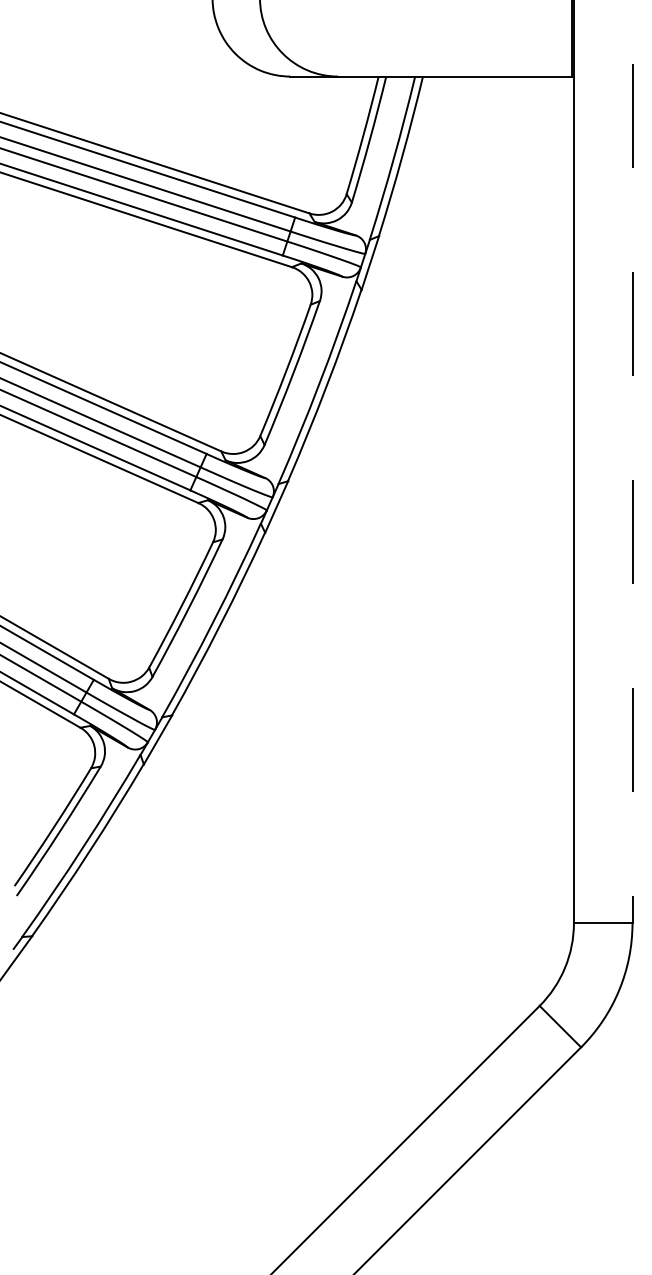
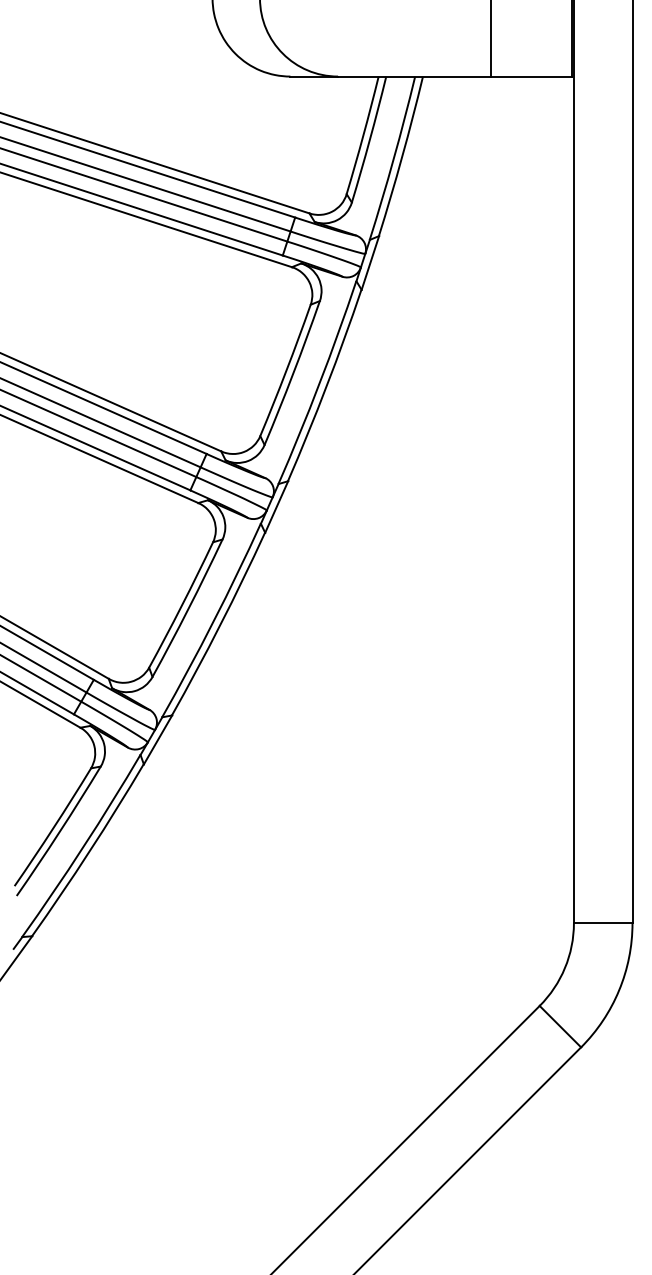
line at (491, 39): none -> present
line at (632, 462): dashed -> solid
